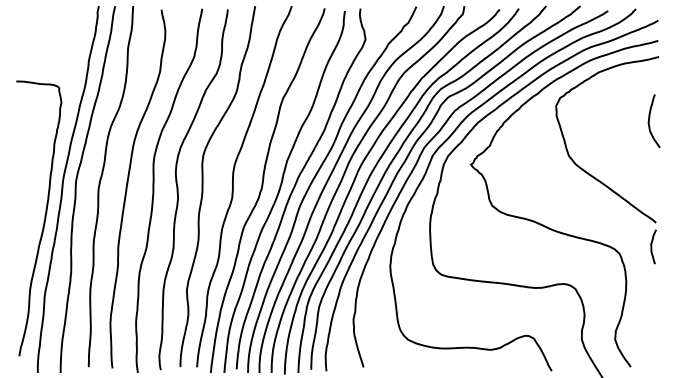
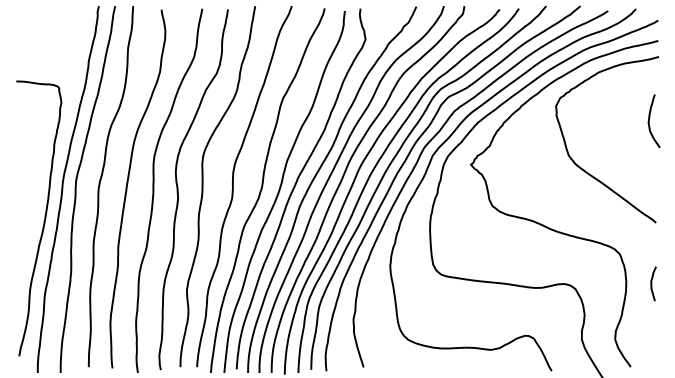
curve at (652, 246) position: (652, 246) -> (652, 283)
